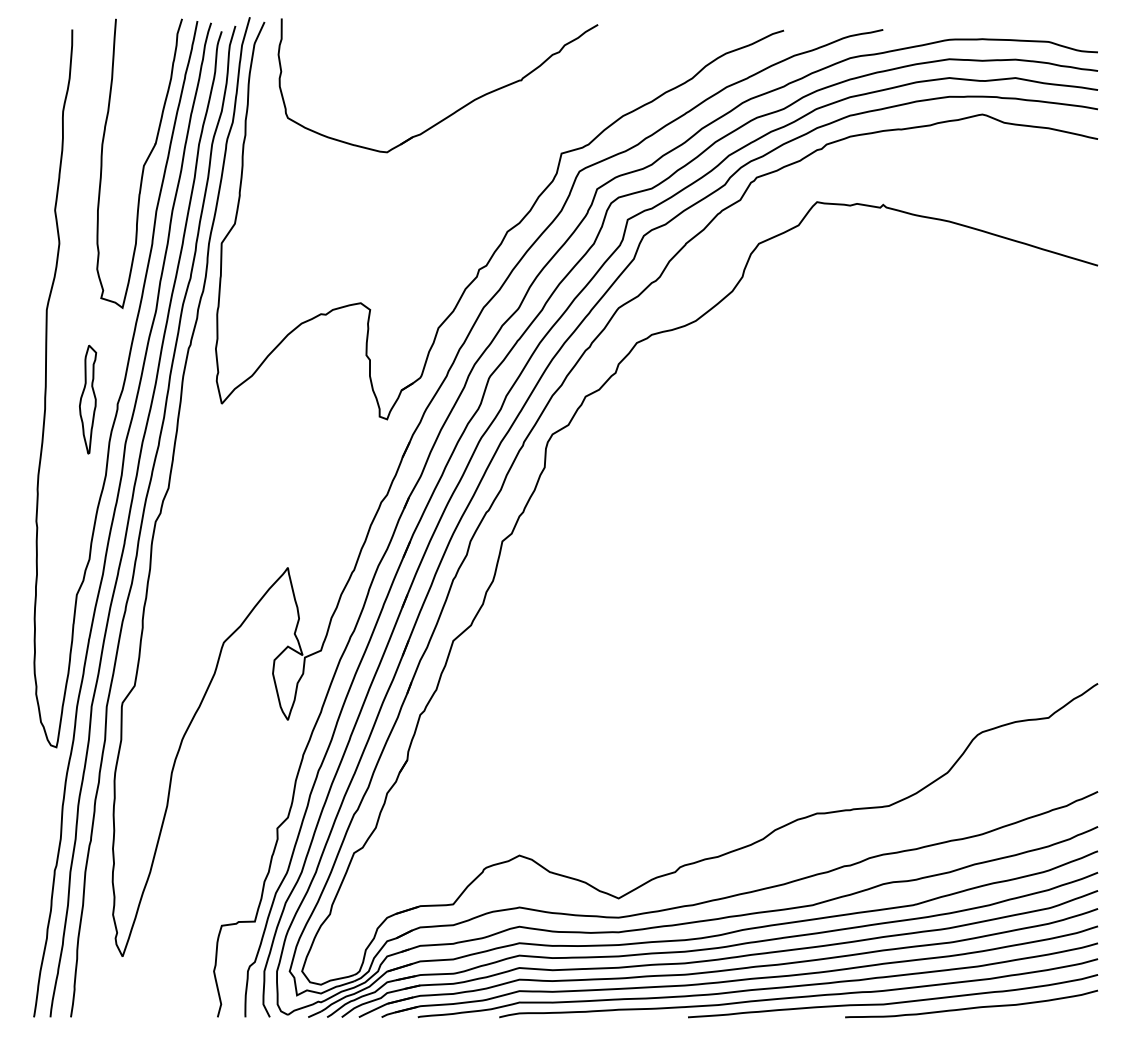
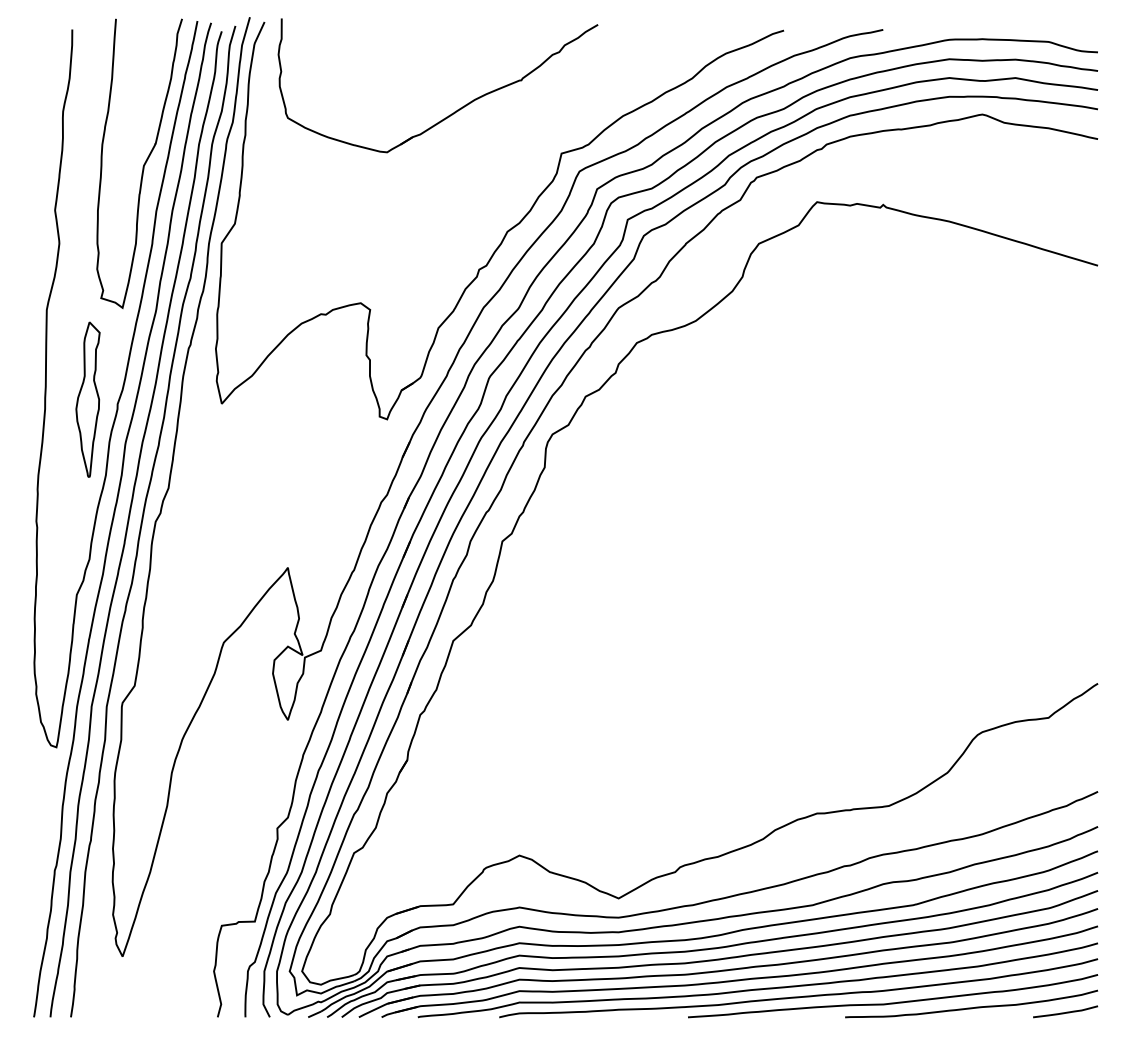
part at (88, 399) size: 19x111 px -> 26x157 px
curve at (1066, 1011): none -> present
